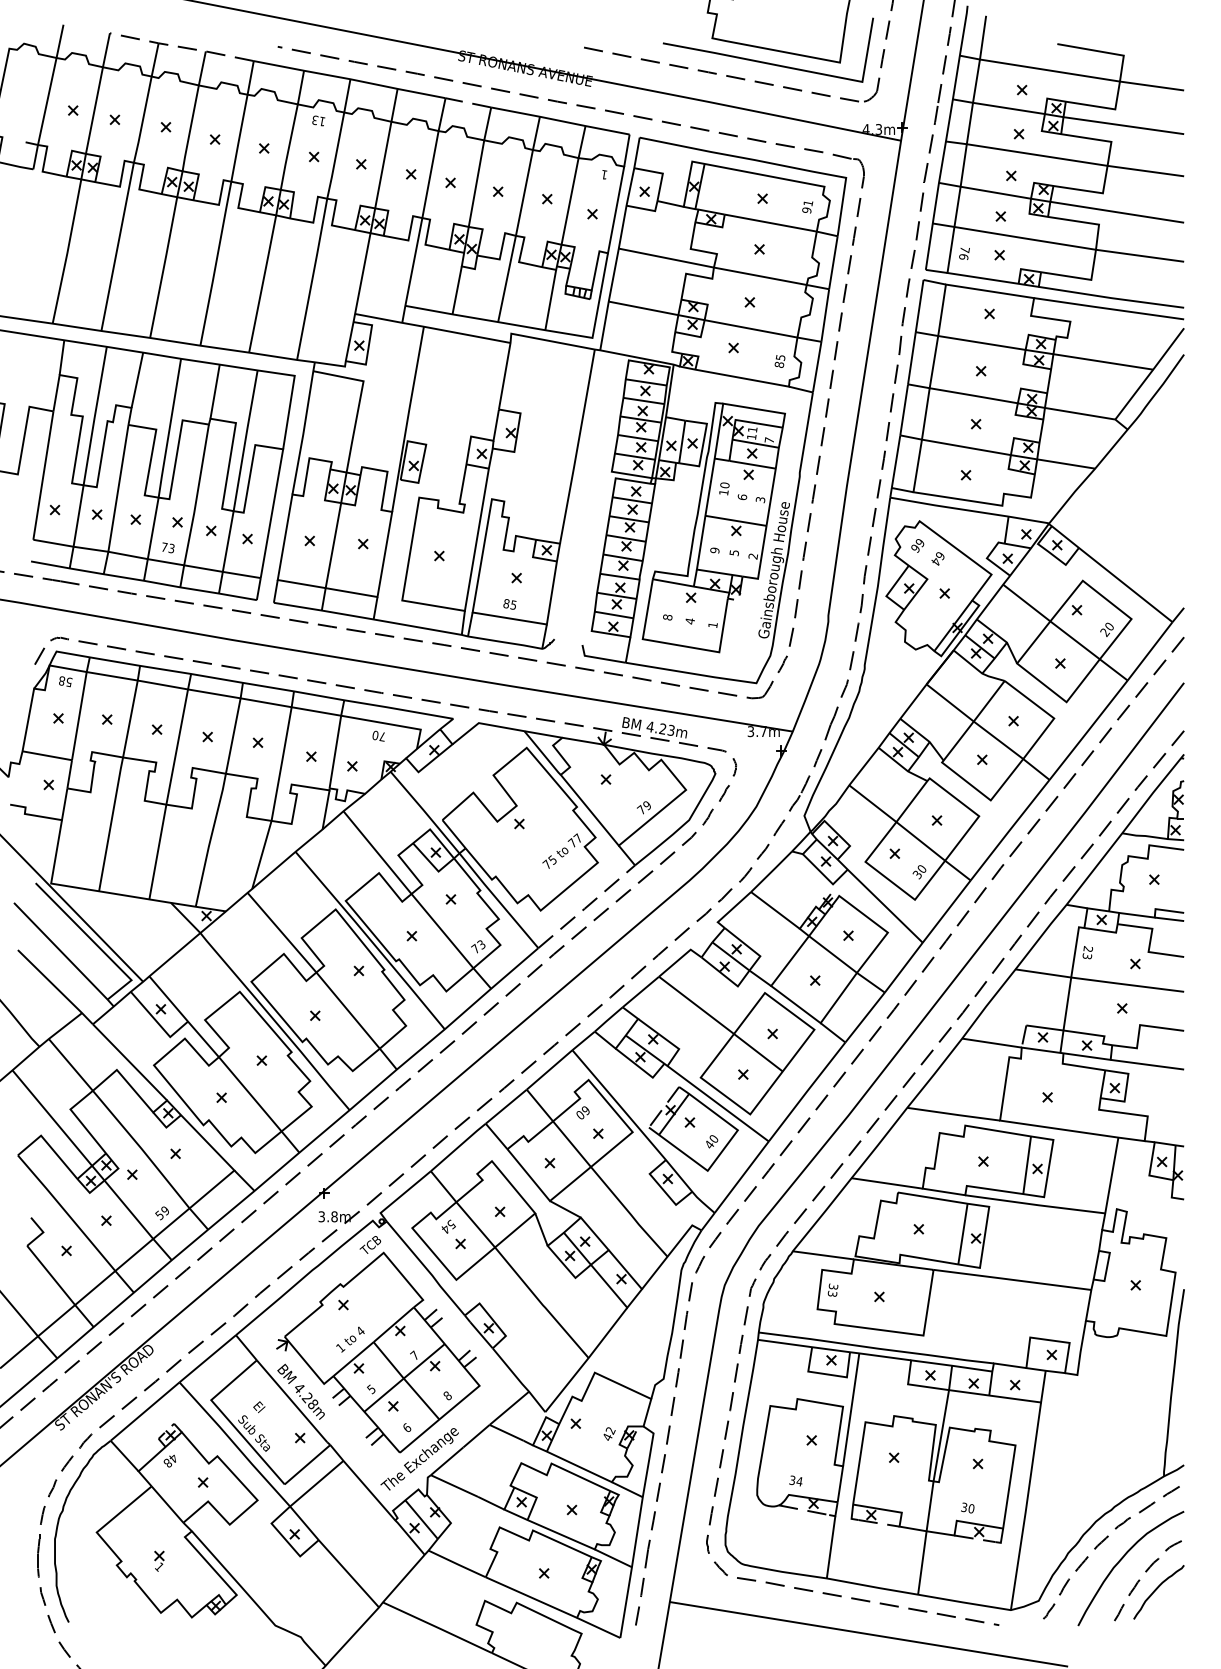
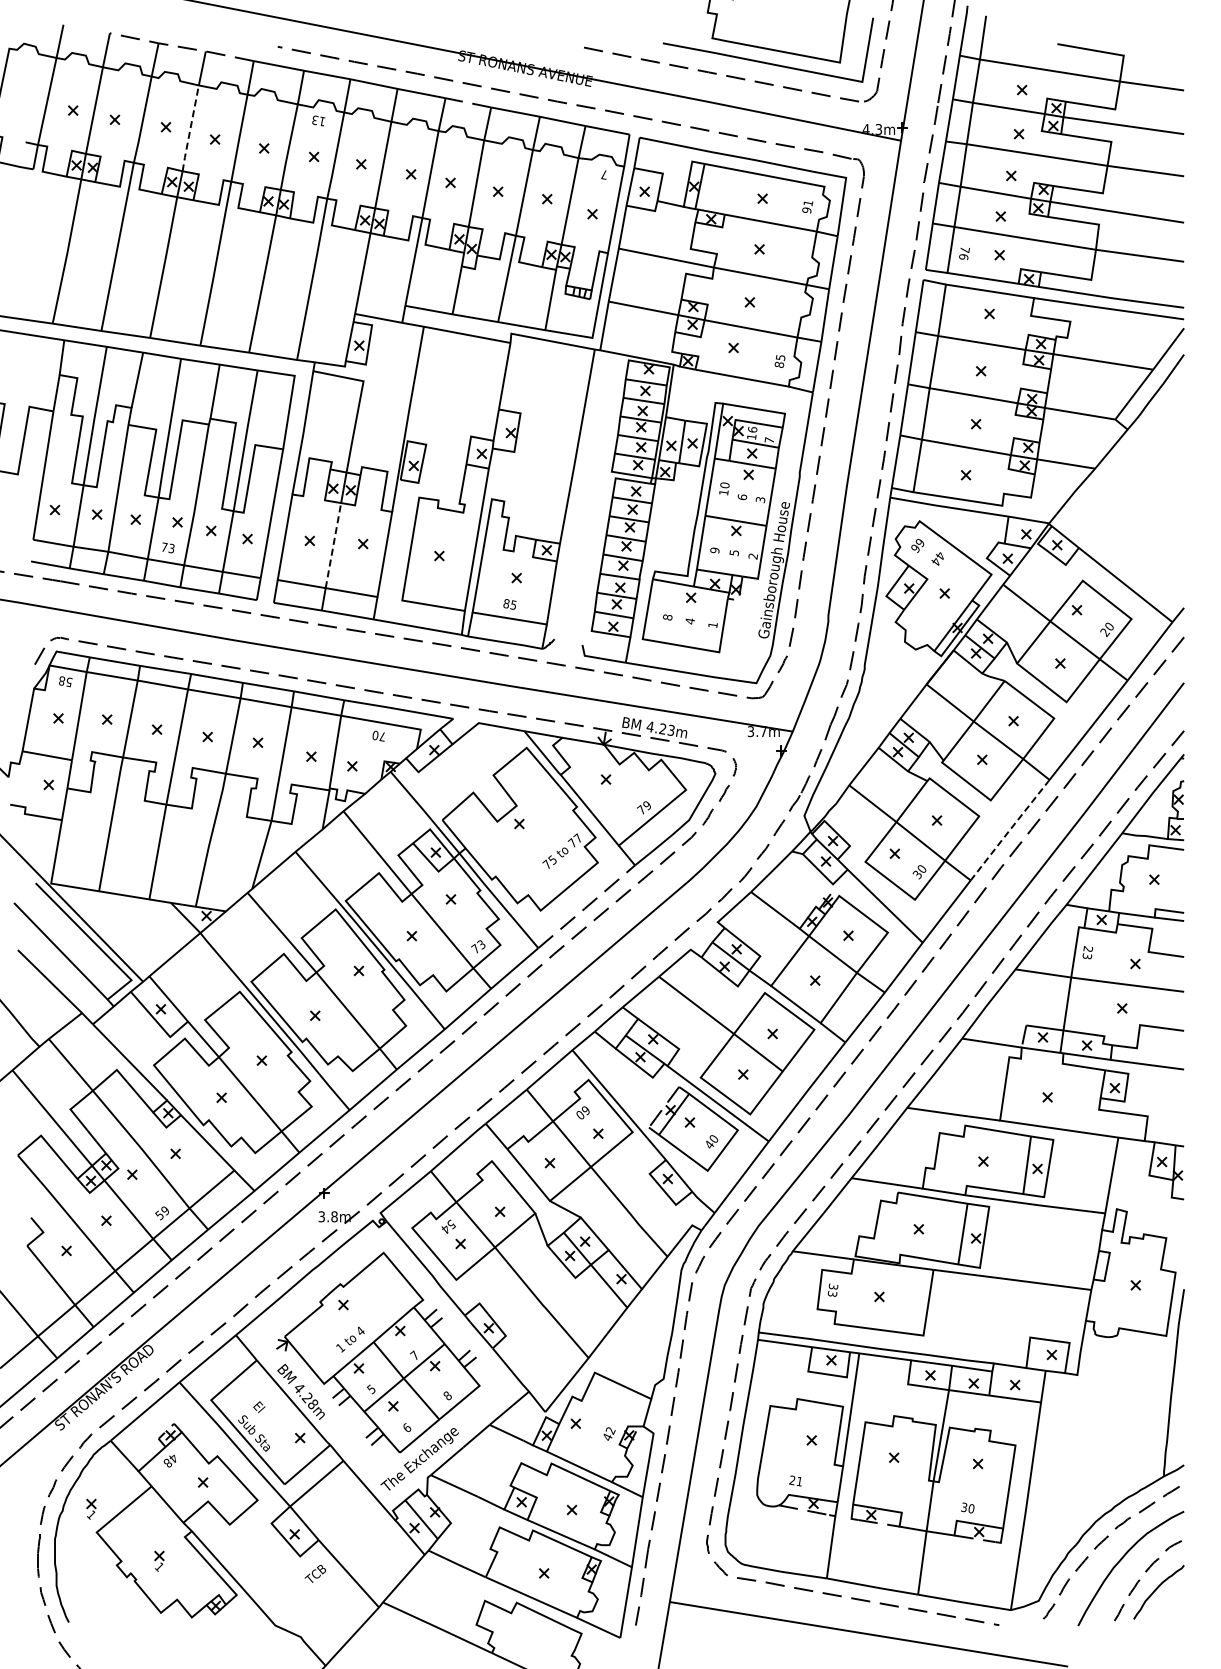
line at (190, 129): solid -> dashed
text at (604, 174): 1 -> 7
text at (752, 429): 11 -> 16
line at (333, 545): solid -> dashed
text at (939, 556): 64 -> 44
line at (1009, 830): solid -> dashed
text at (370, 1244) position: (370, 1244) -> (315, 1573)
text at (795, 1481): 34 -> 21
part at (91, 1508): none -> present
